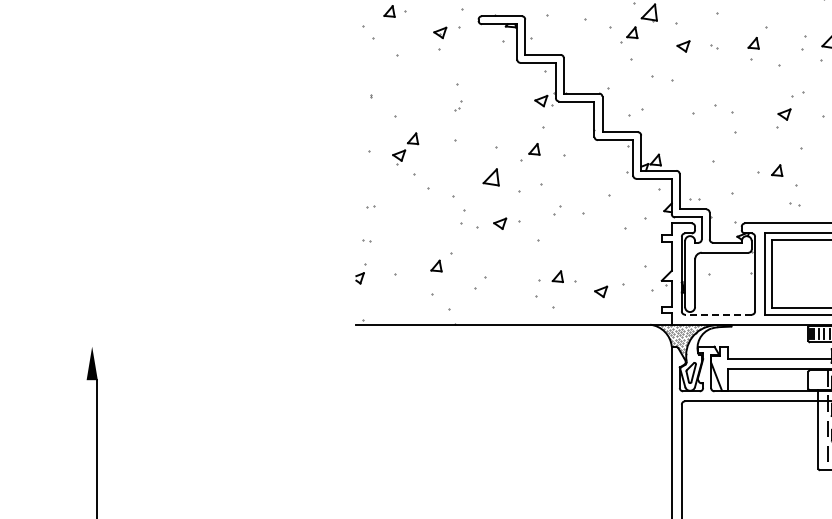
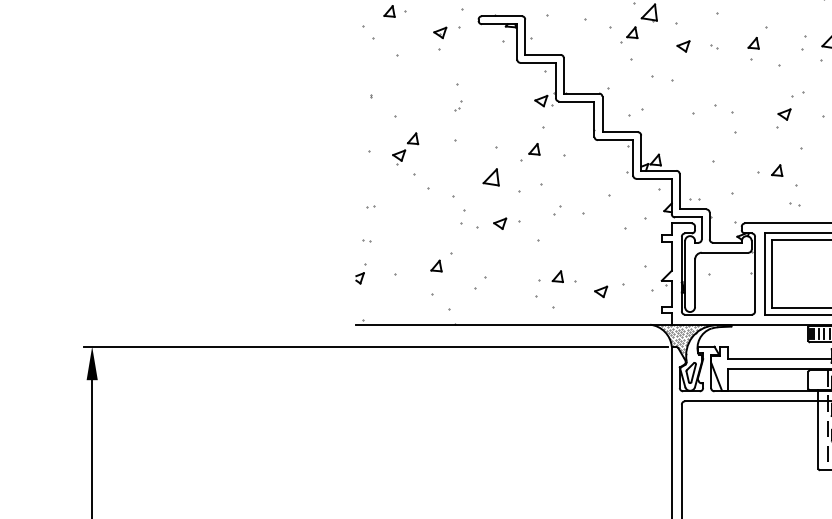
line at (717, 314): dashed -> solid
line at (375, 346): none -> present
line at (97, 447) position: (97, 447) -> (92, 447)
